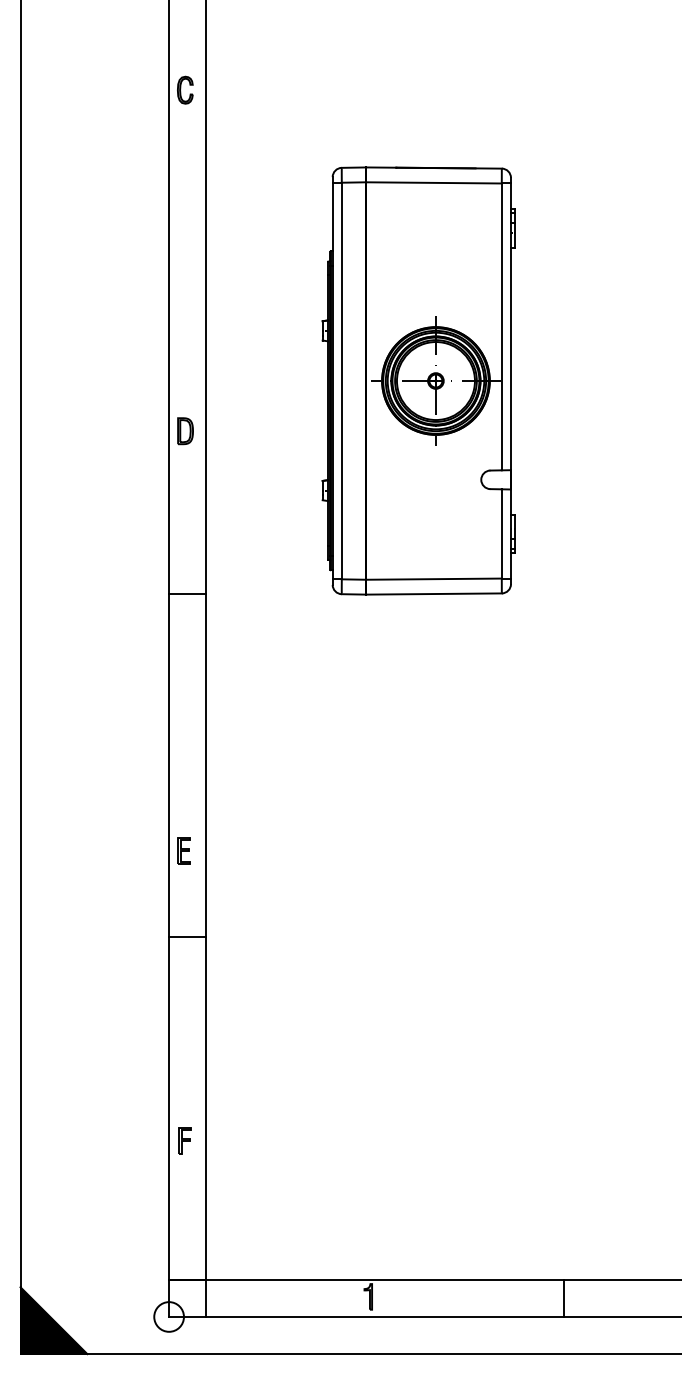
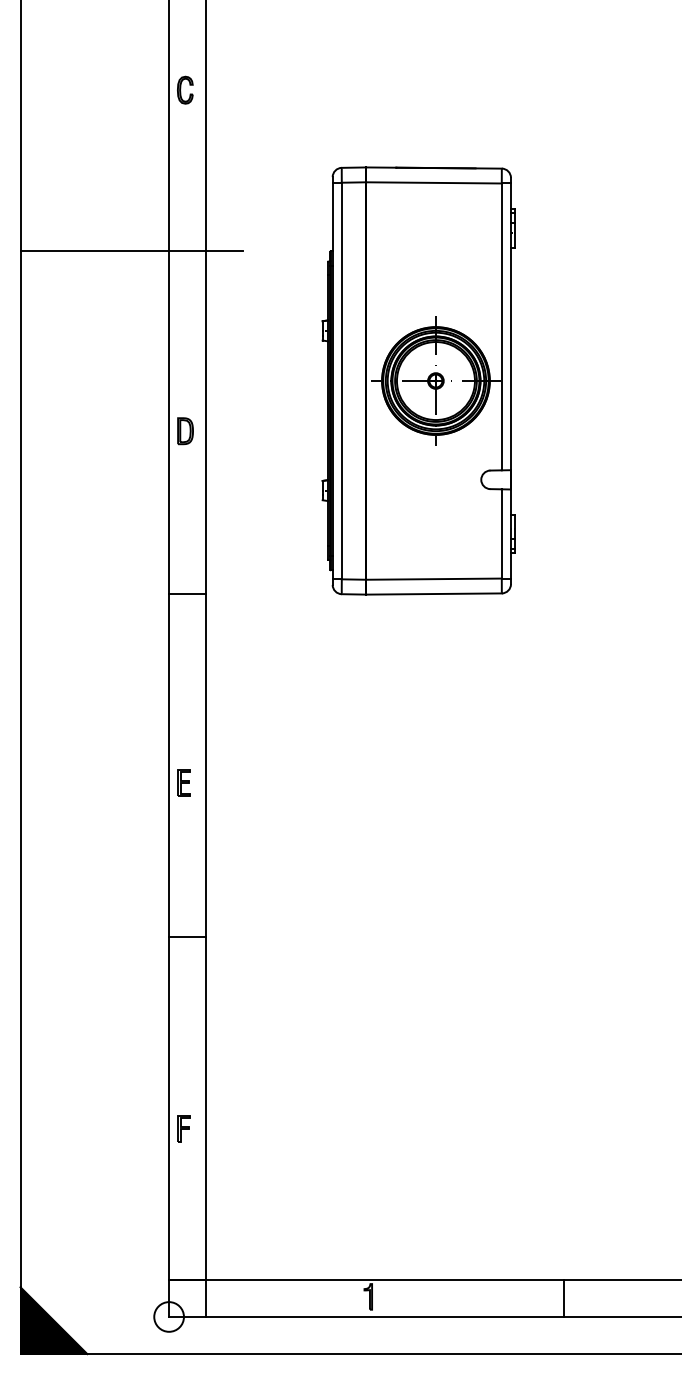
line at (131, 250): none -> present
part at (183, 850) position: (183, 850) -> (183, 782)
part at (184, 1140) position: (184, 1140) -> (183, 1128)
